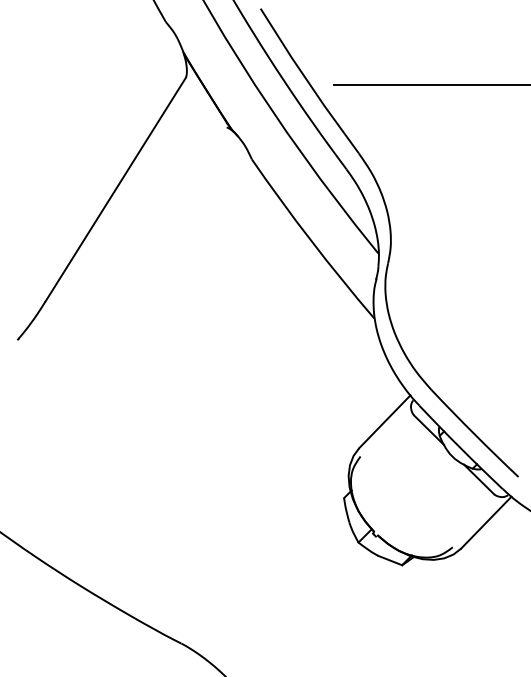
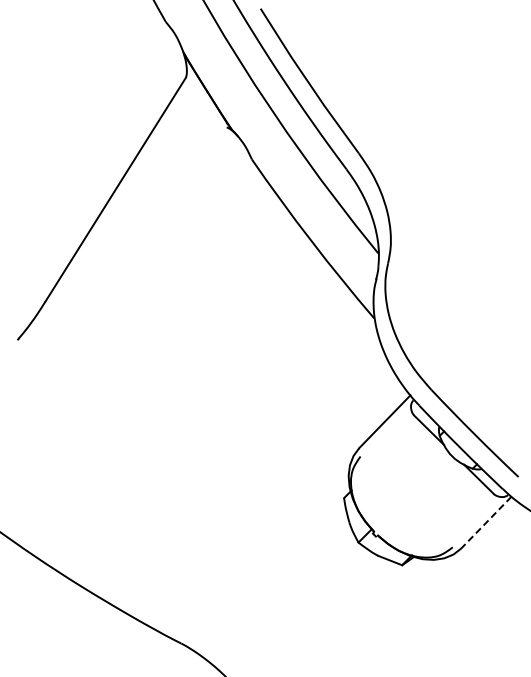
line at (430, 85): present -> none
line at (485, 523): solid -> dashed
